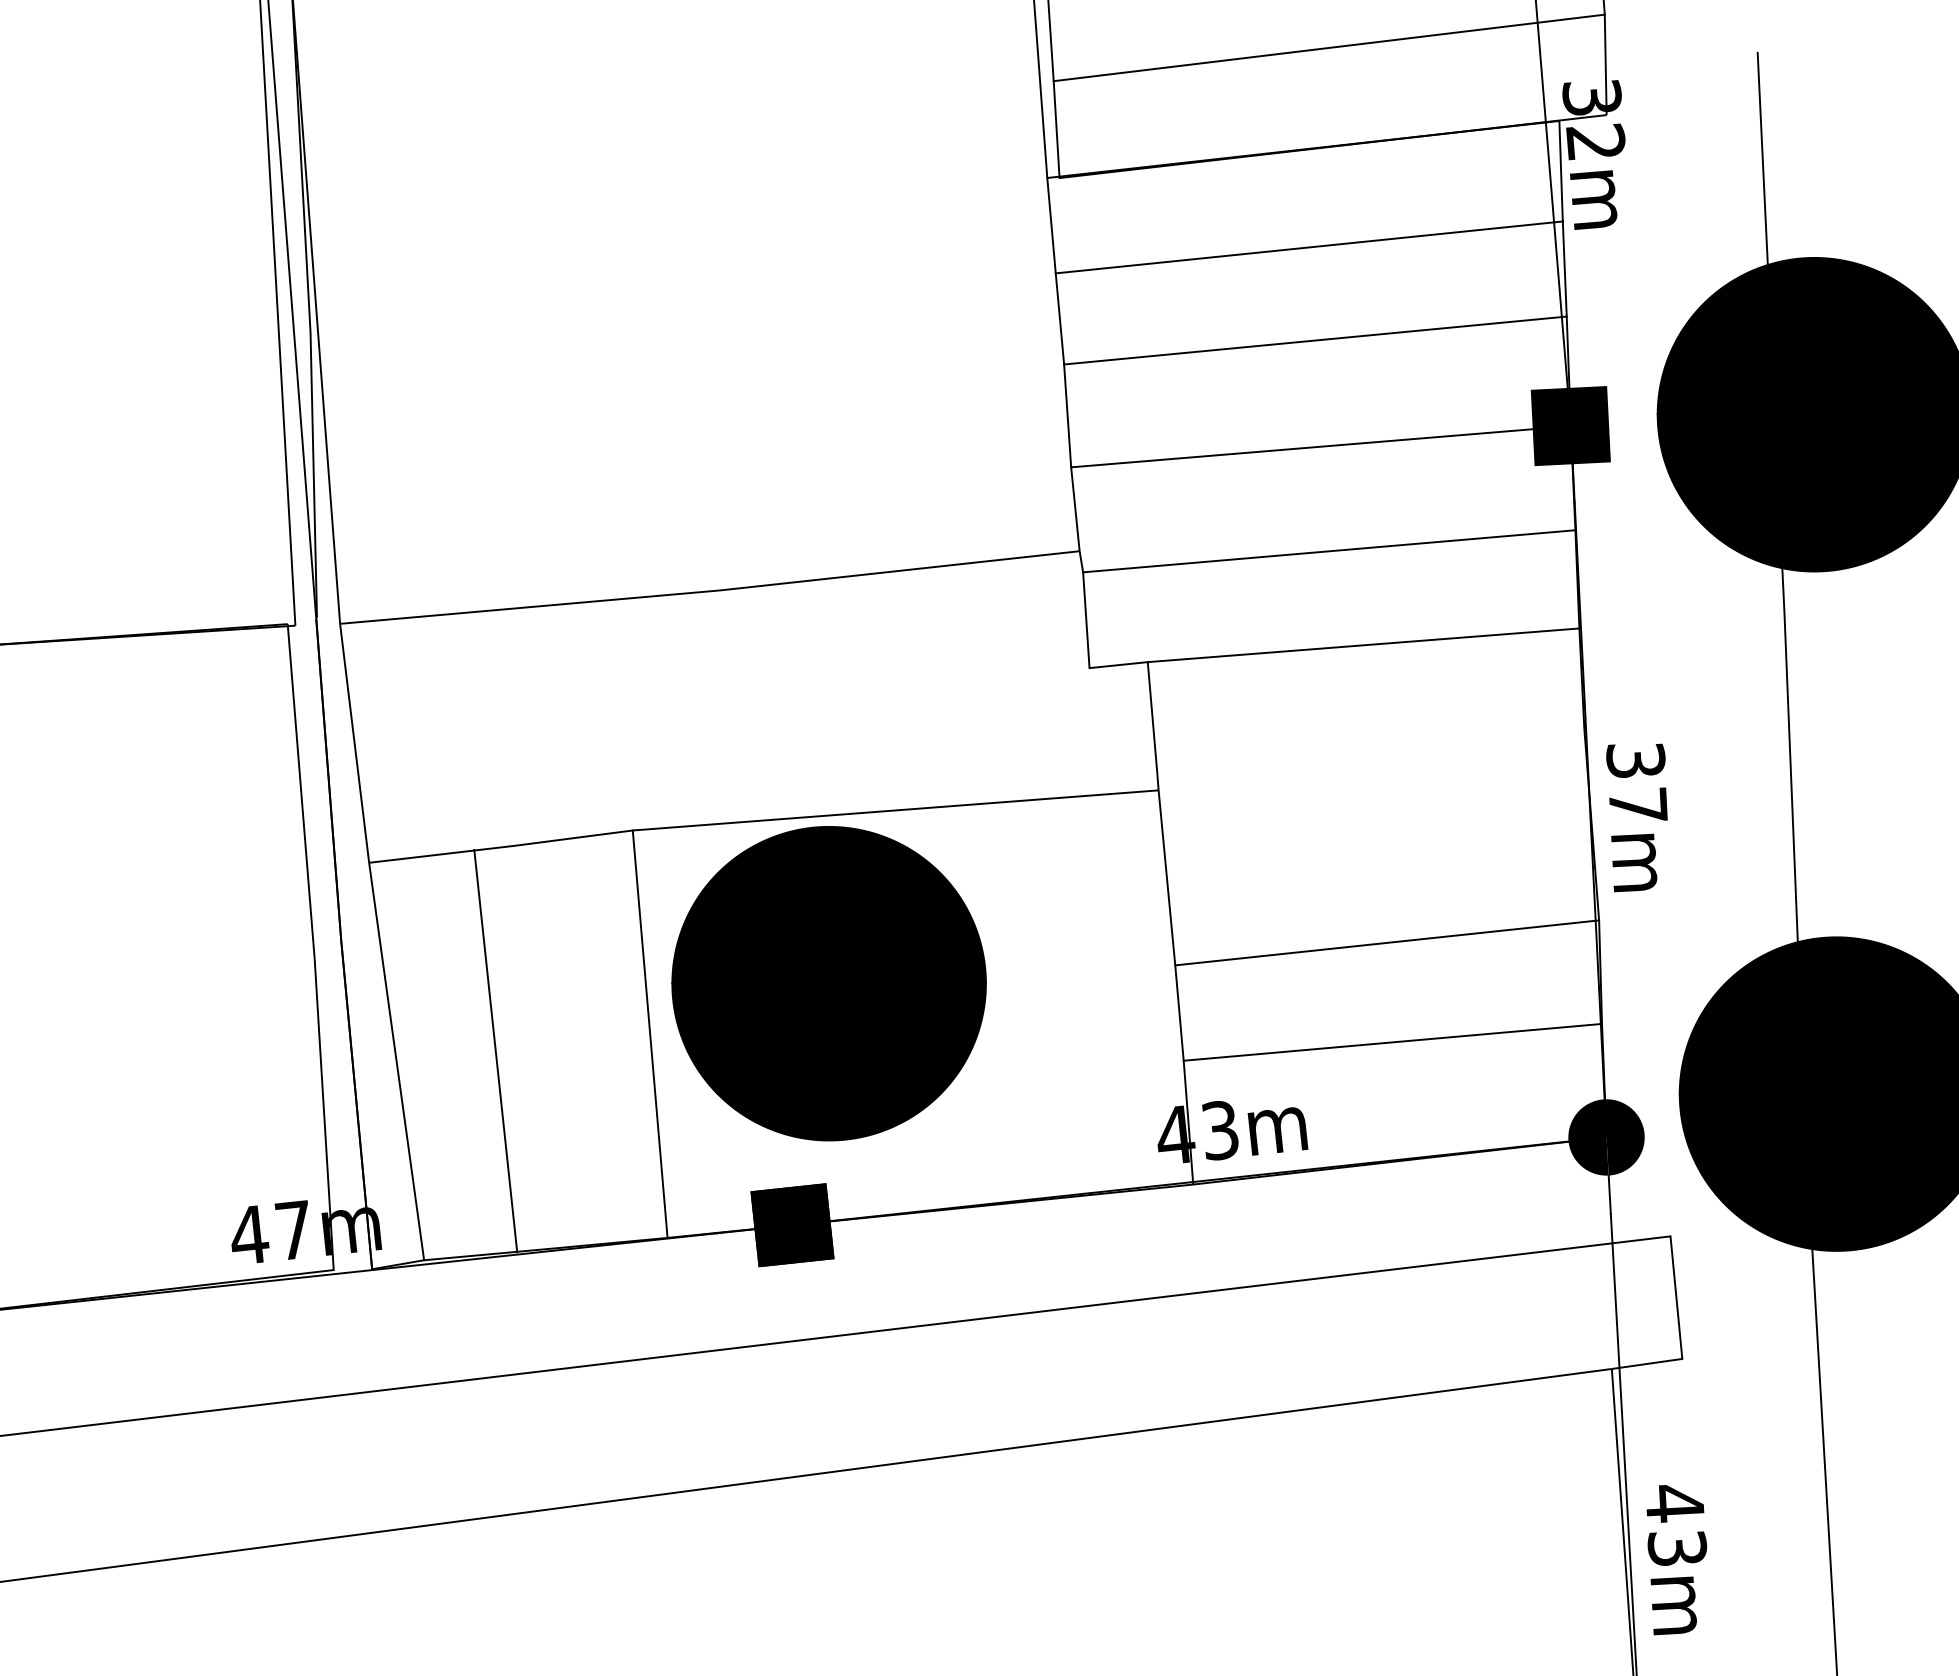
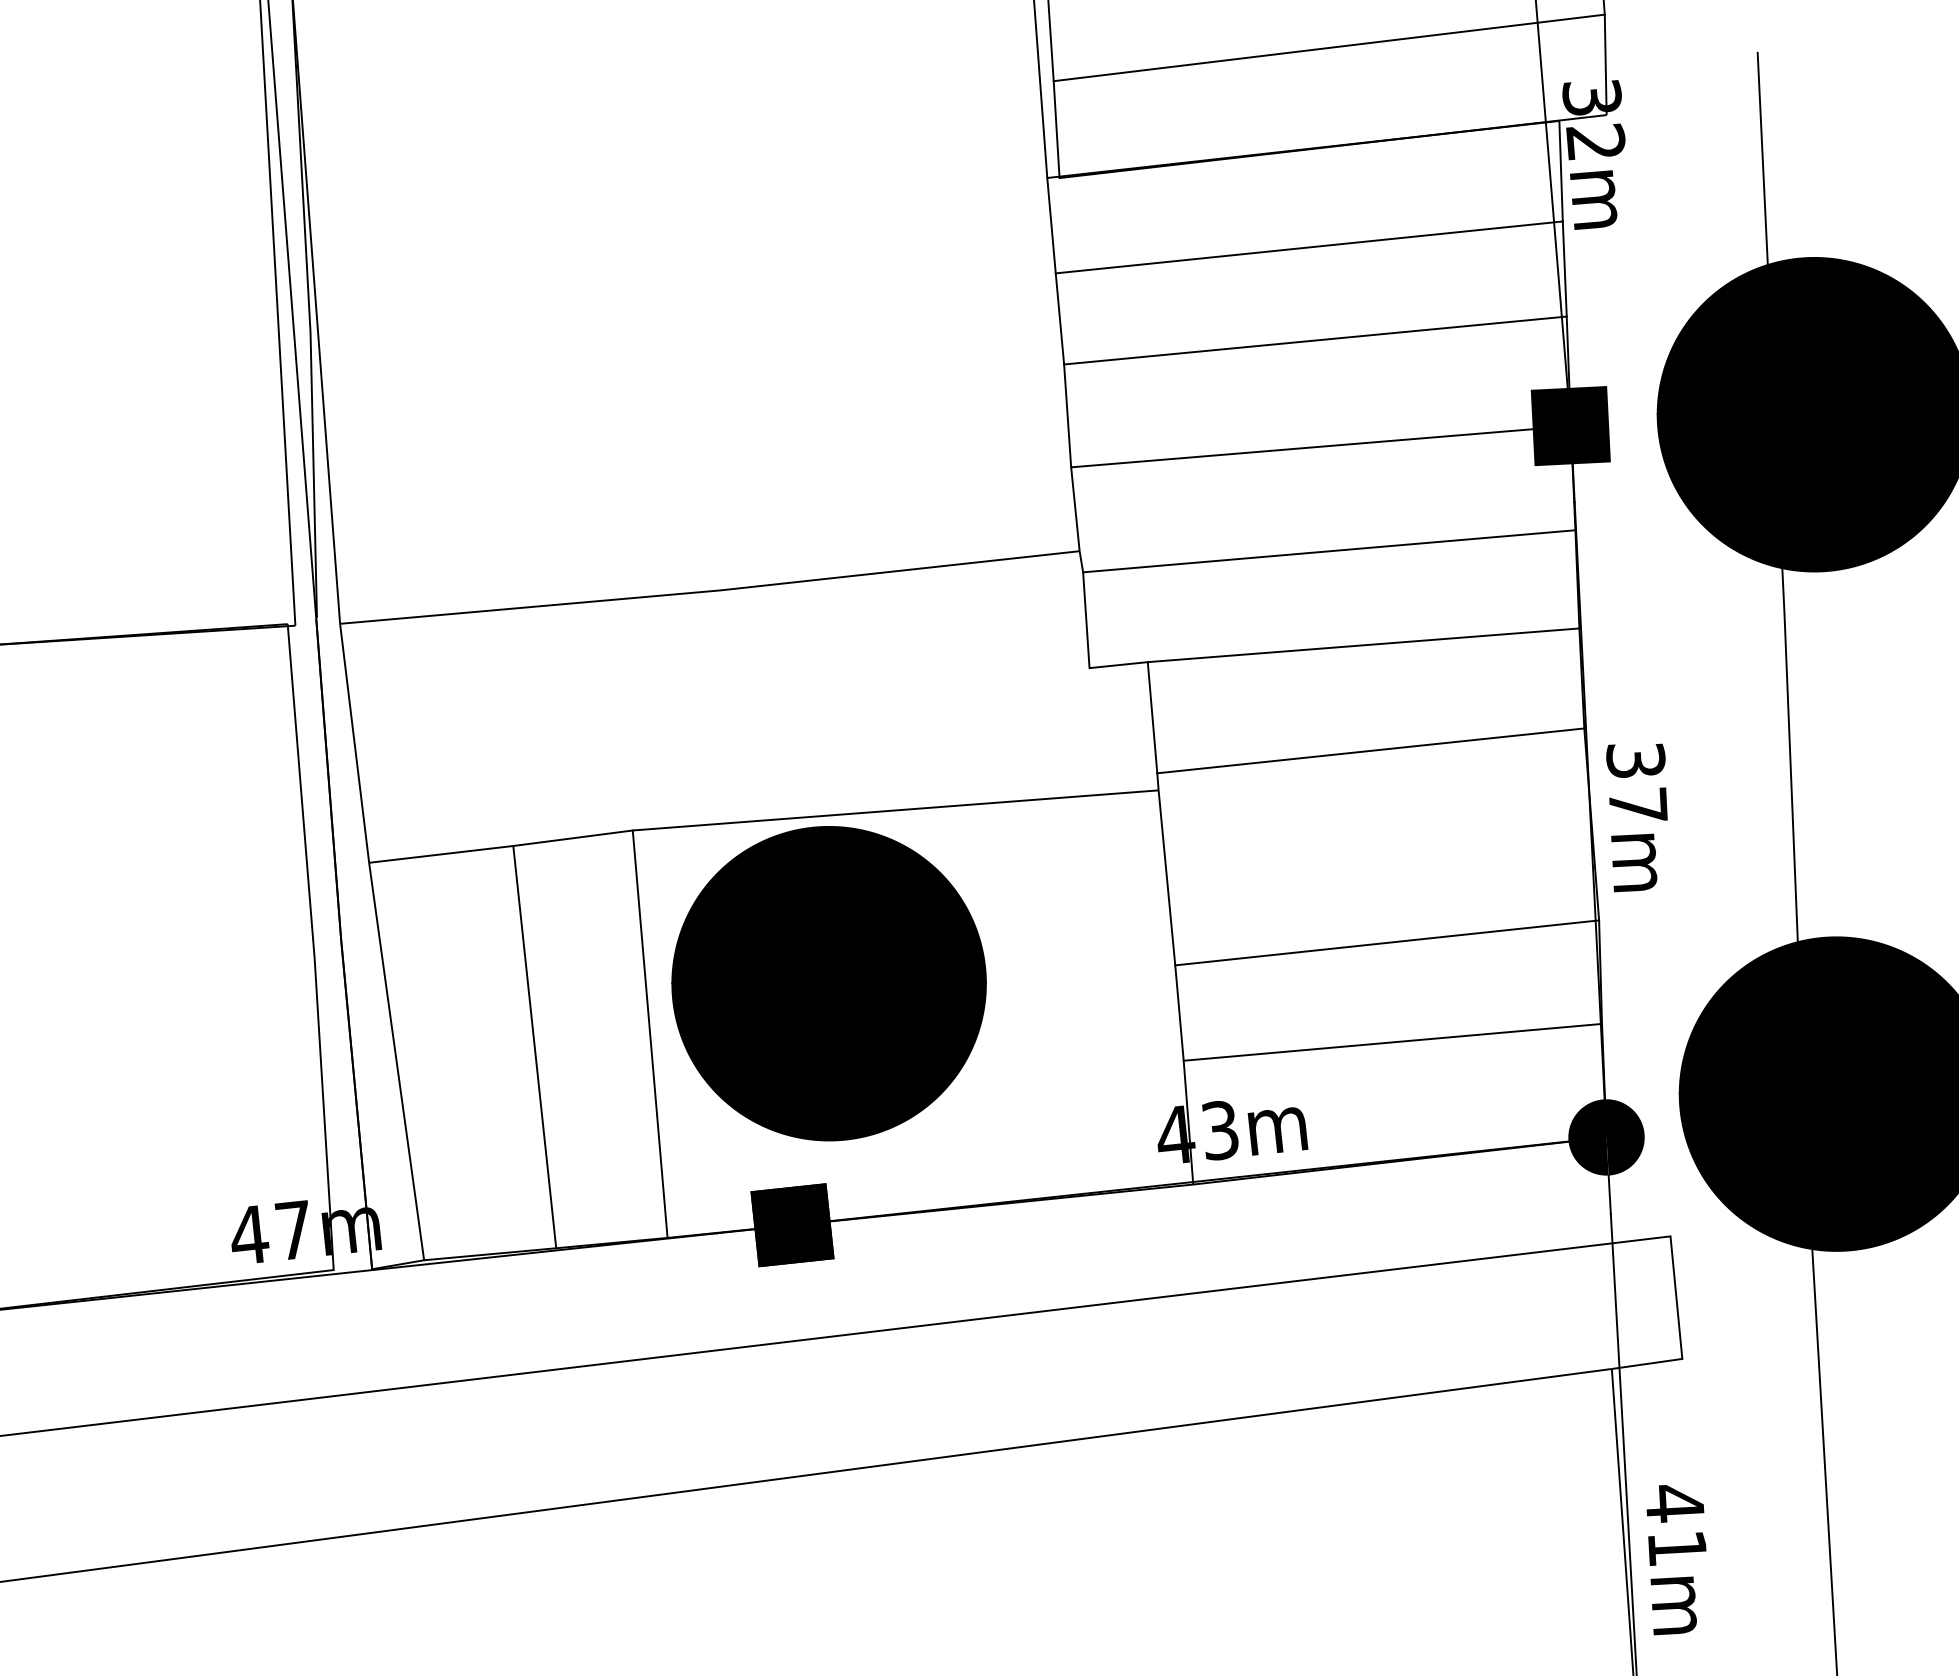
line at (1370, 750): none -> present
line at (495, 1050) position: (495, 1050) -> (534, 1046)
text at (1677, 1548): 43m -> 41m
